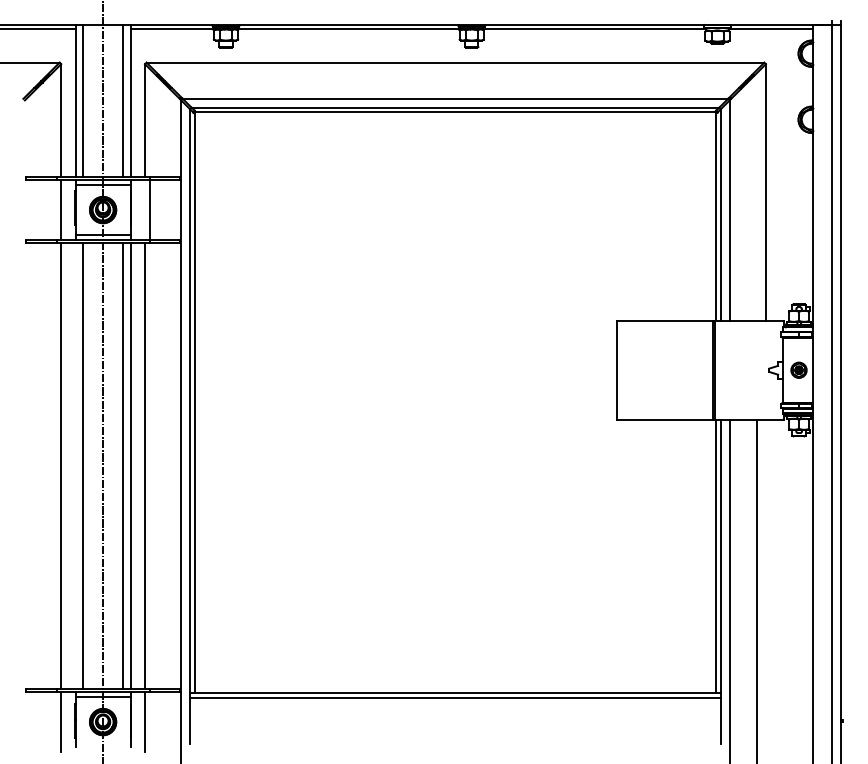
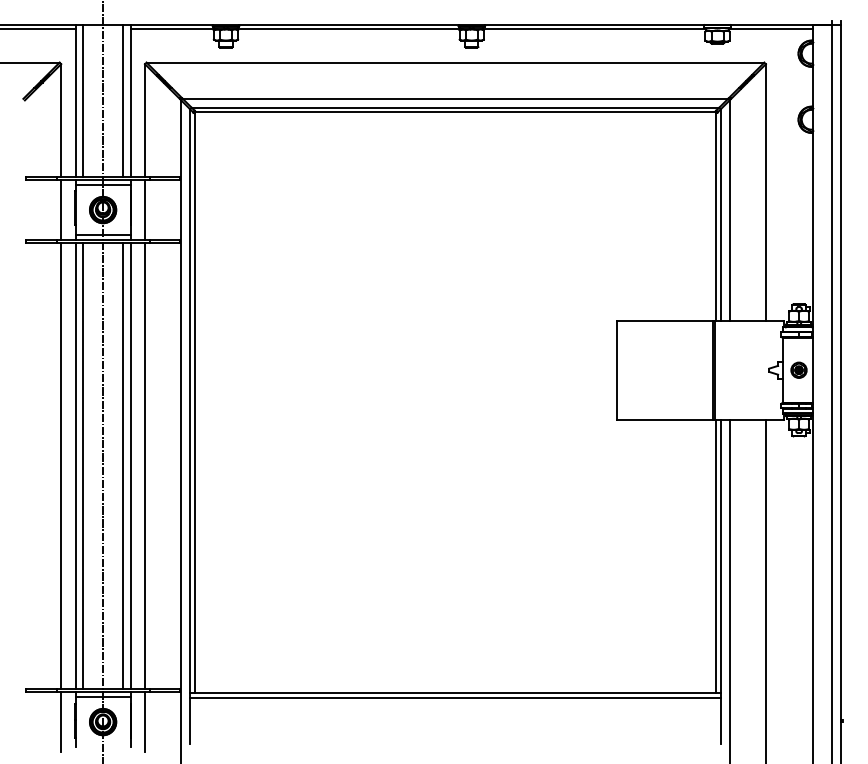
line at (149, 209) position: (149, 209) -> (144, 209)
line at (75, 466): none -> present
line at (756, 589) position: (756, 589) -> (765, 589)
